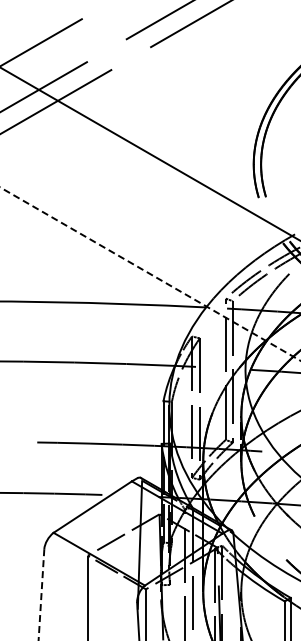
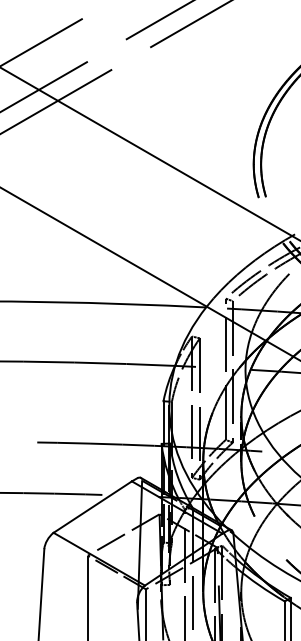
line at (149, 273): dashed -> solid
line at (41, 594): dashed -> solid
